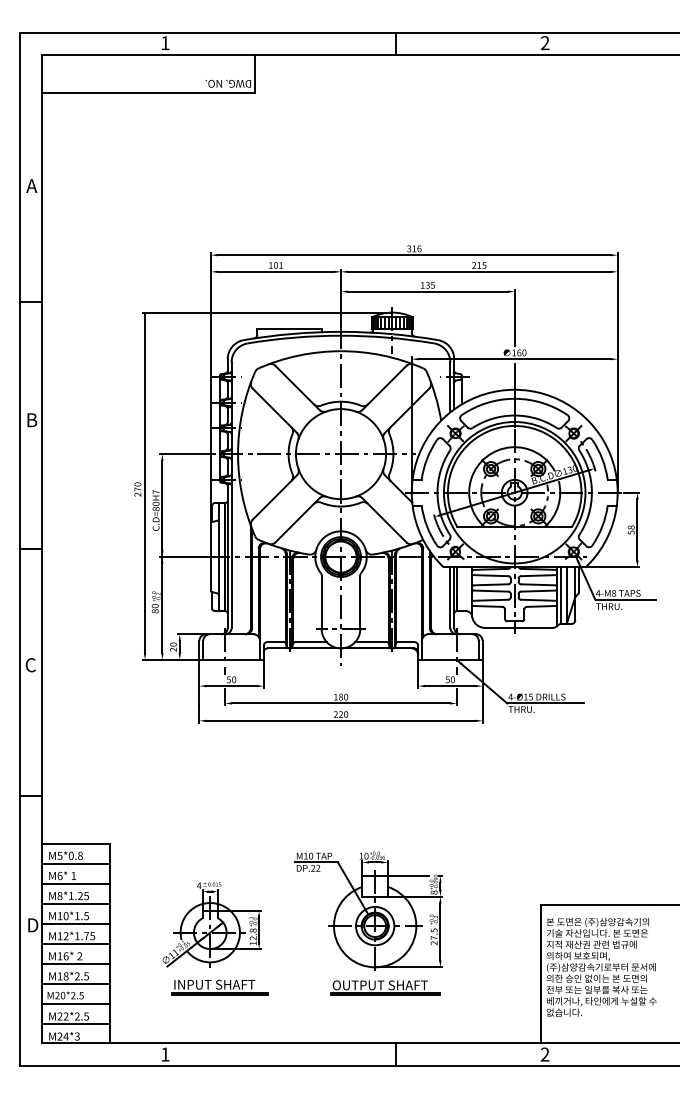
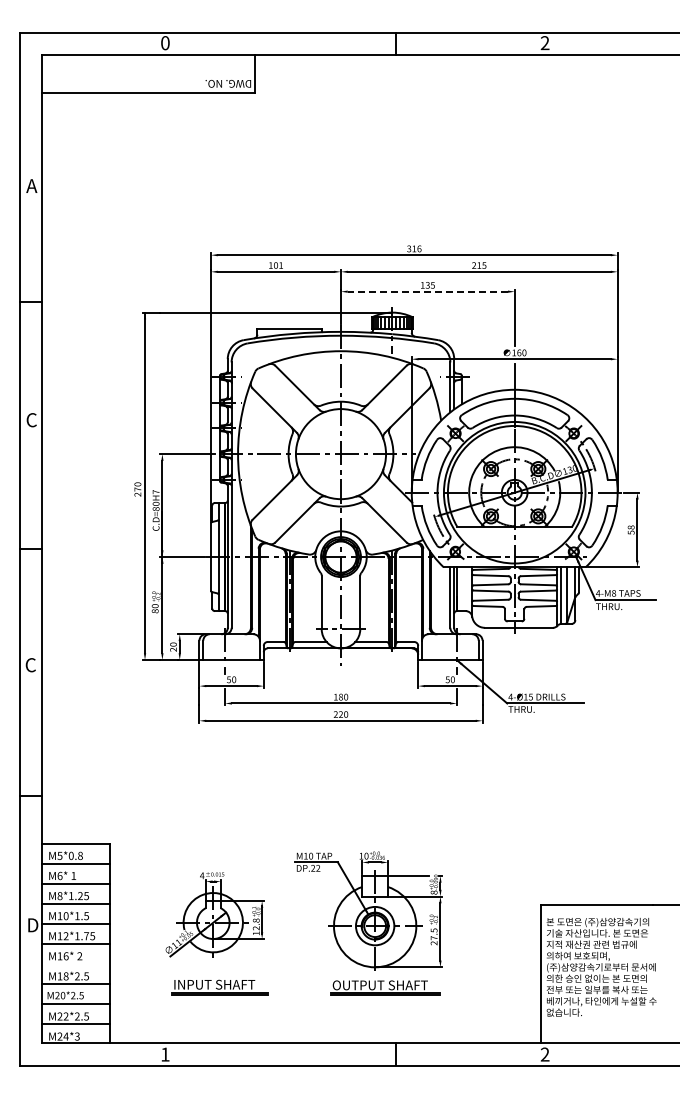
text at (165, 43): 1 -> 0
line at (427, 291): solid -> dashed
text at (31, 420): B -> C
part at (211, 924) position: (211, 924) -> (214, 914)
line at (76, 964): present -> none
